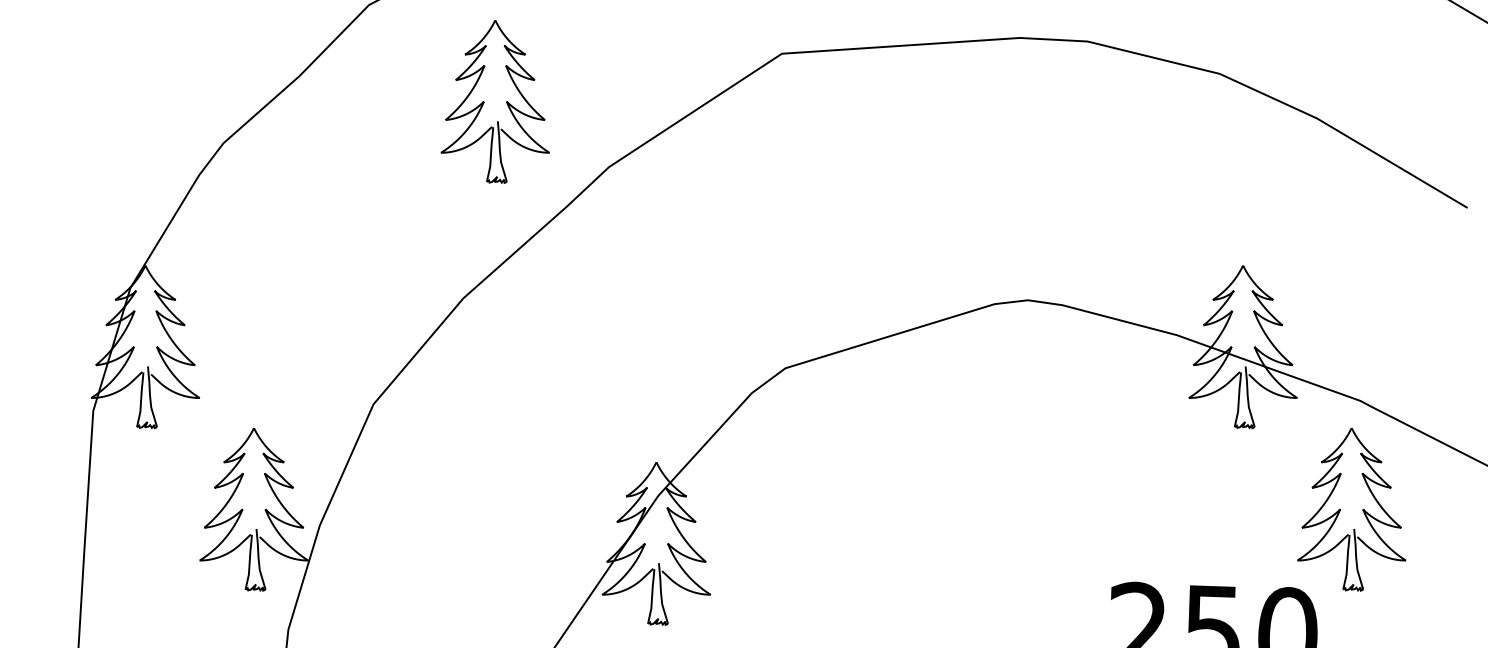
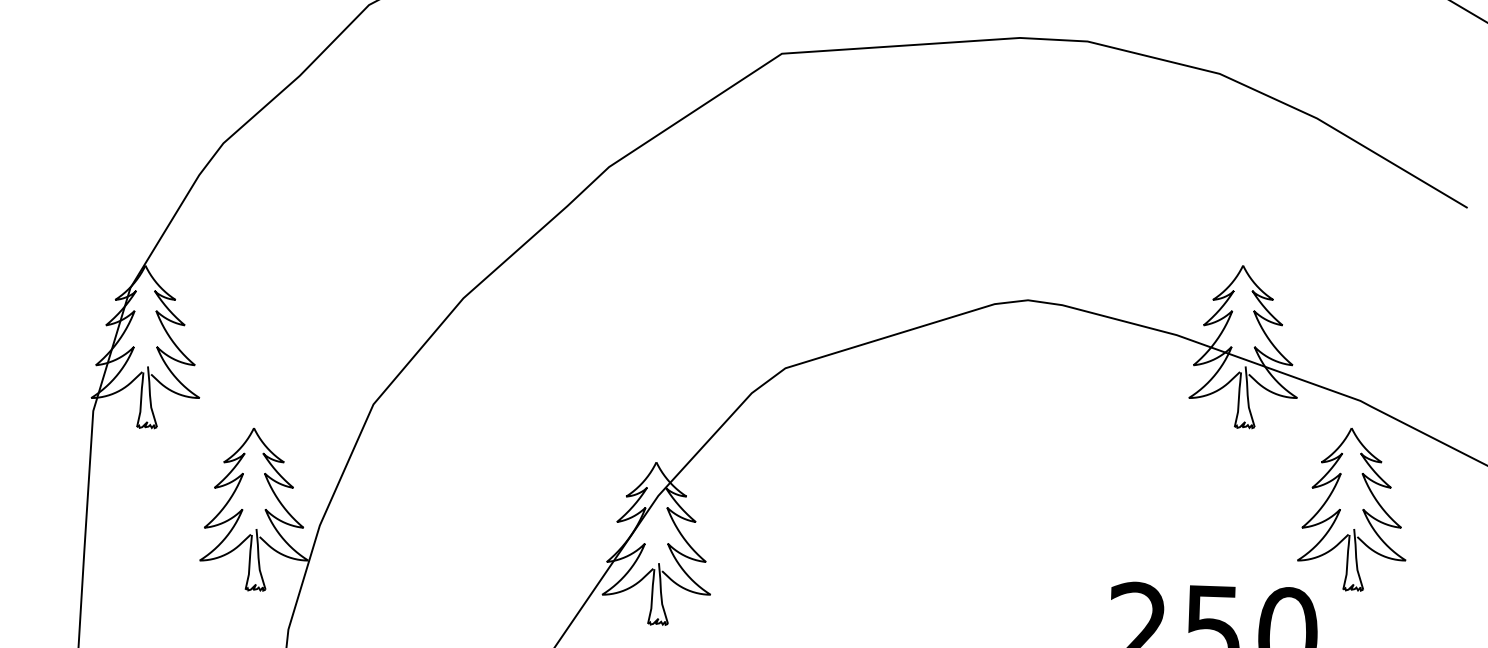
part at (494, 101): present -> none
